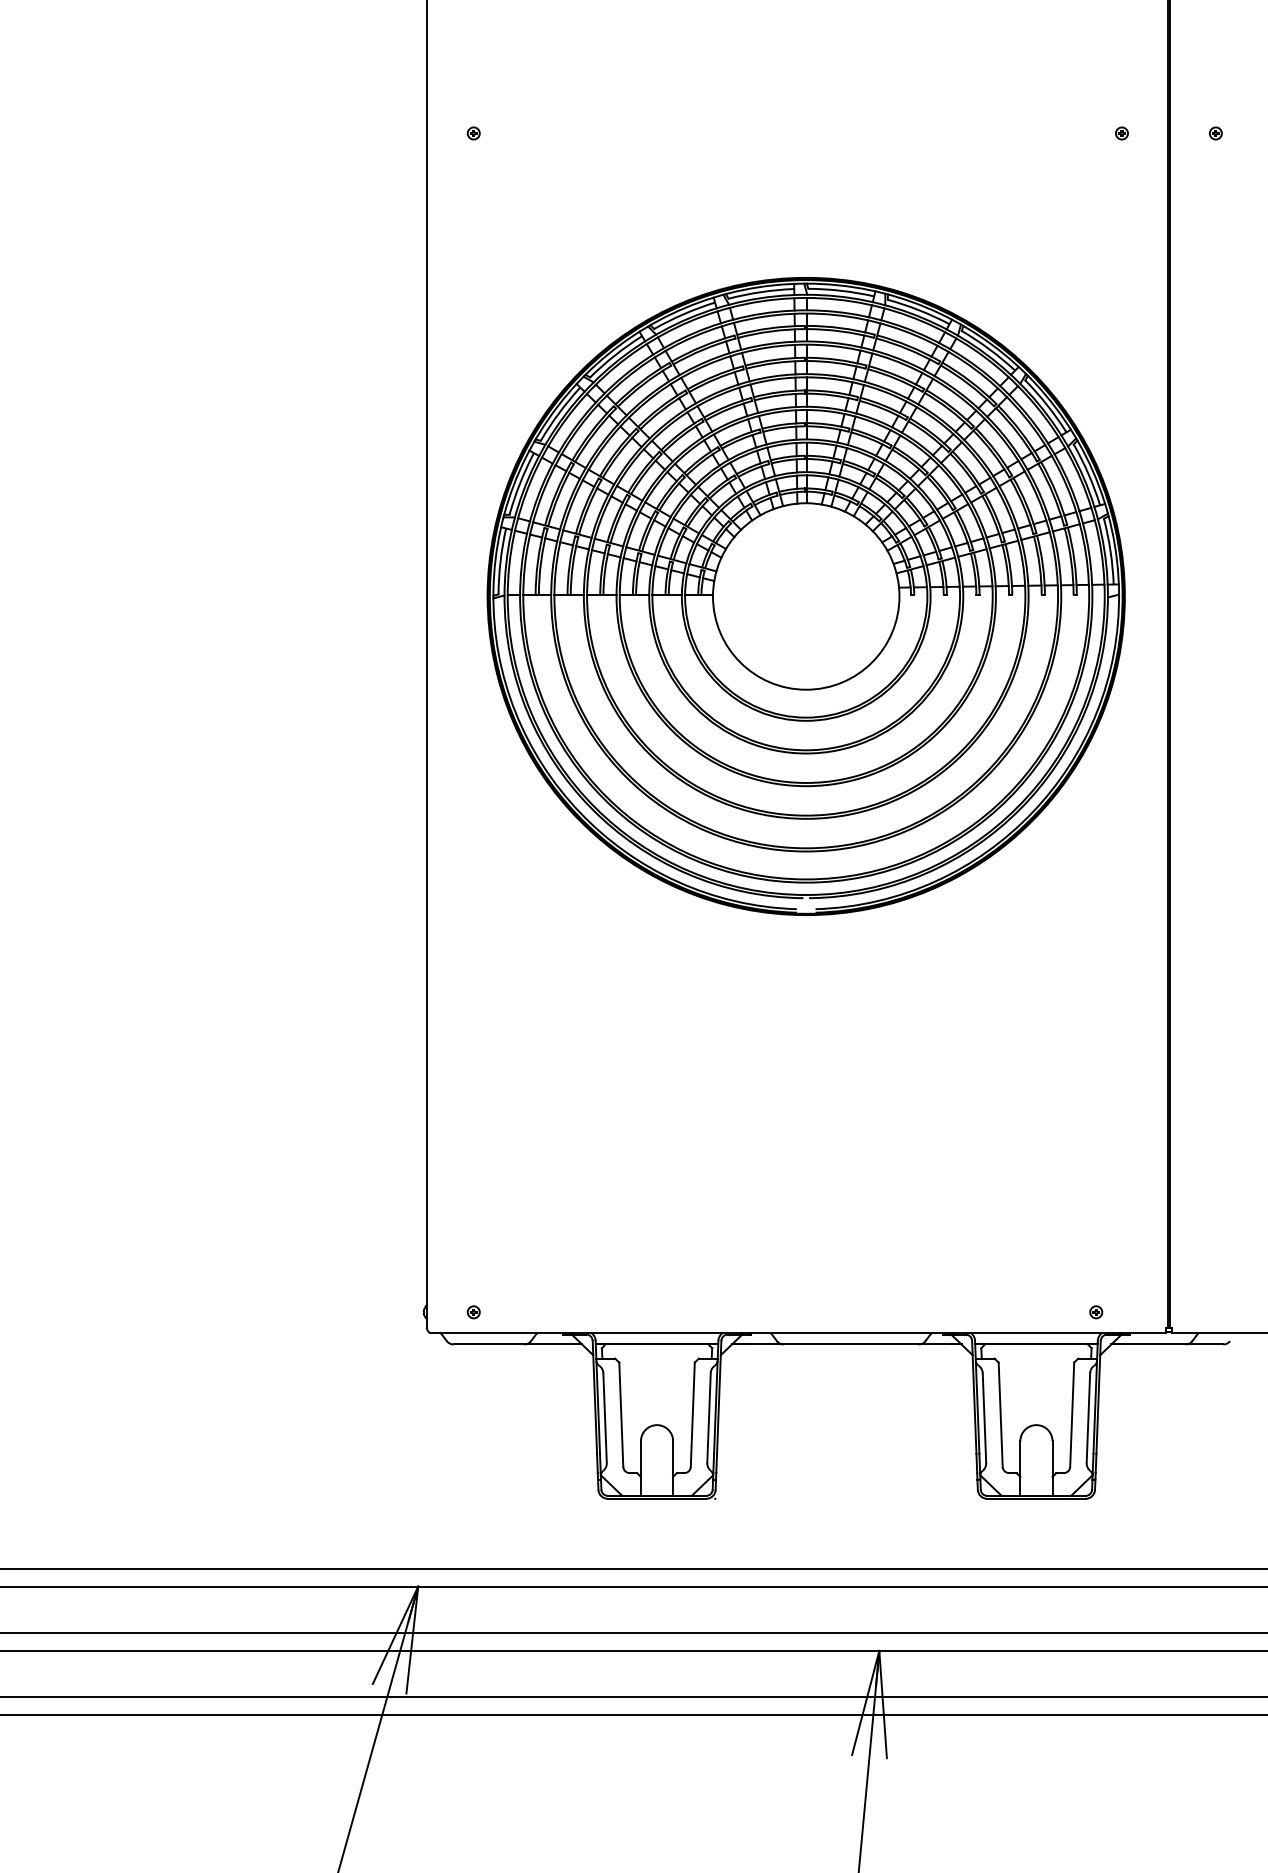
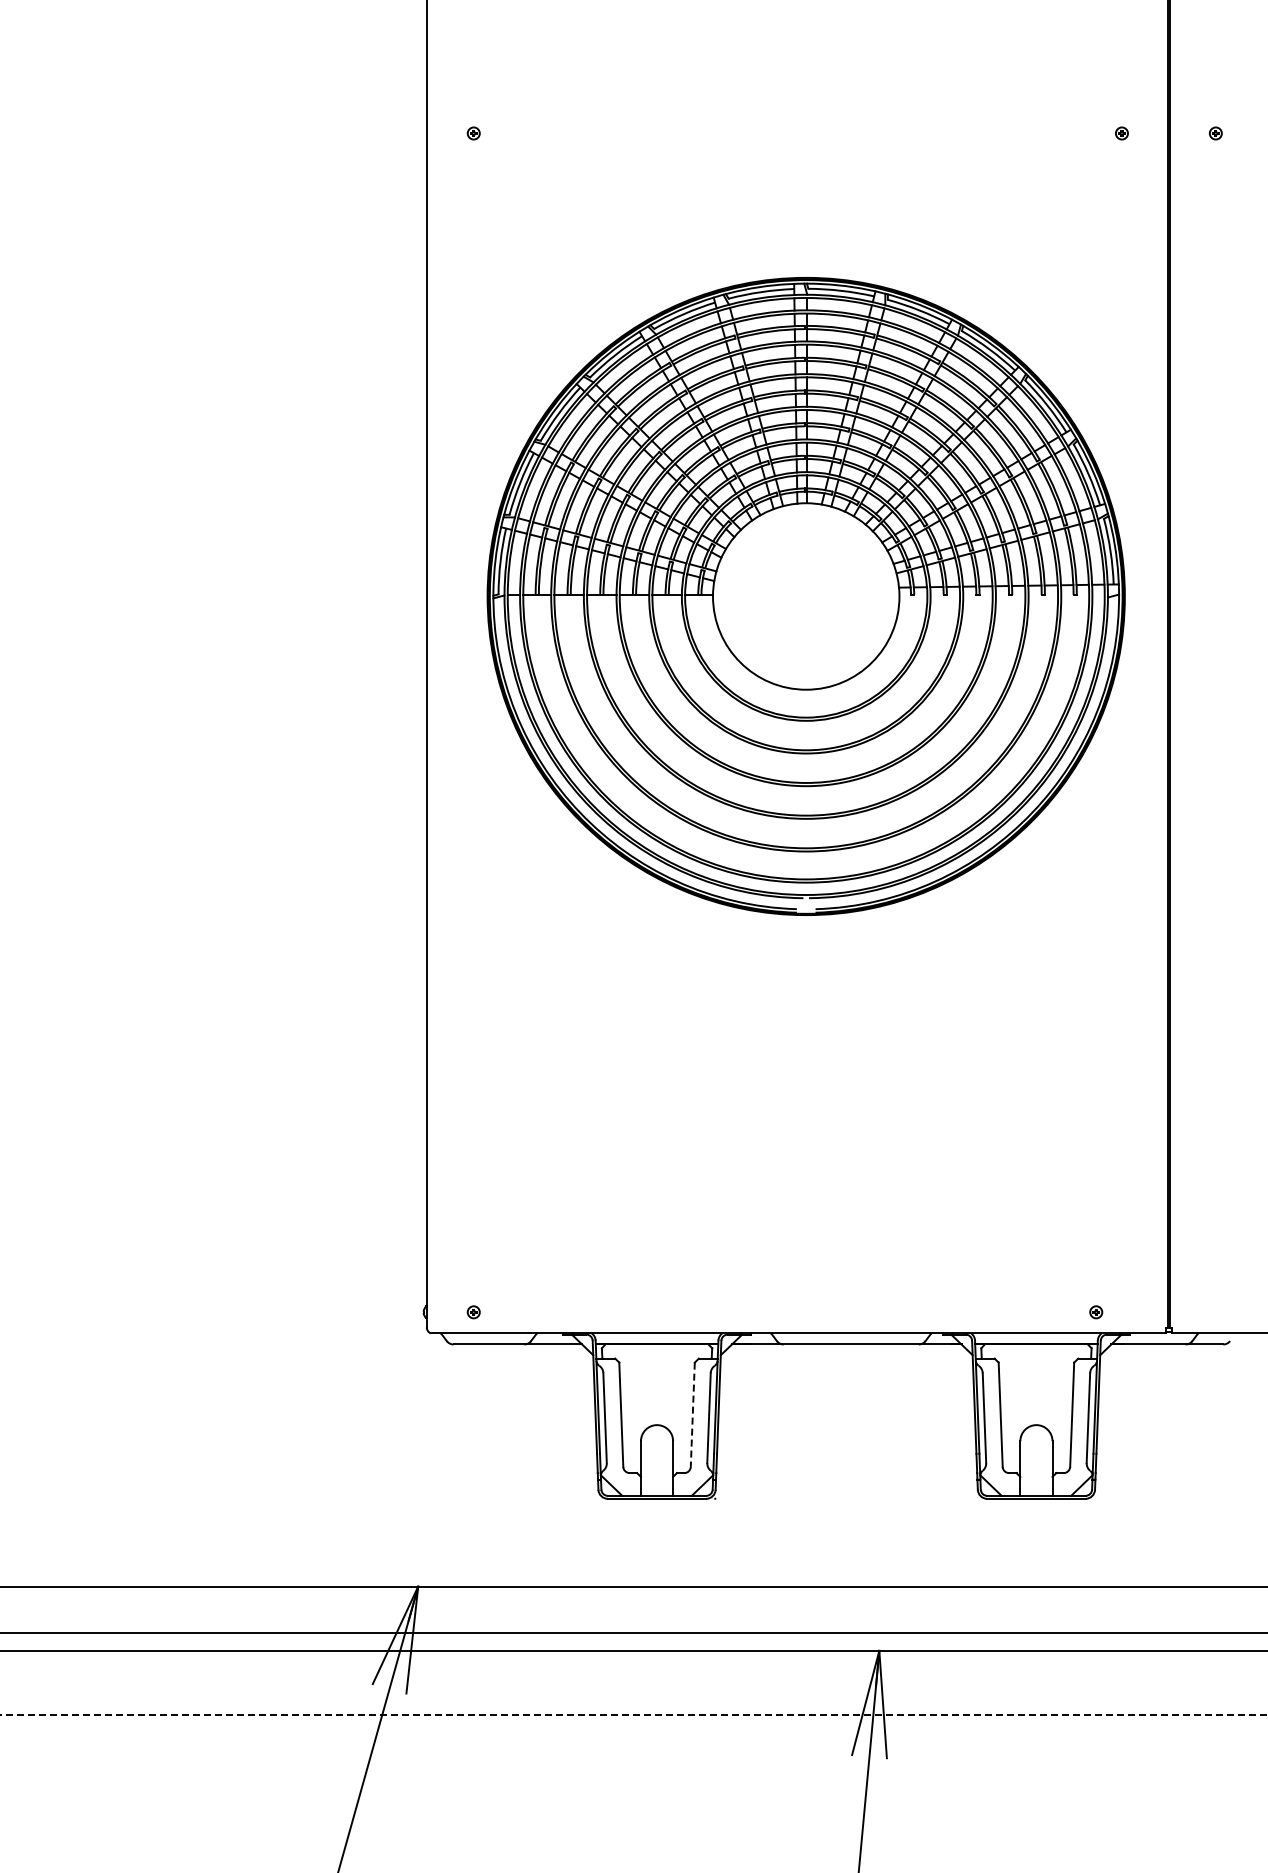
line at (692, 1415): solid -> dashed
line at (633, 1568): present -> none
line at (633, 1697): present -> none
line at (634, 1715): solid -> dashed
